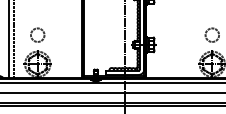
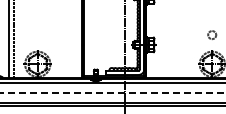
circle at (37, 34): present -> none
circle at (211, 34) size: 16x16 px -> 11x10 px
line at (113, 93): solid -> dashed
